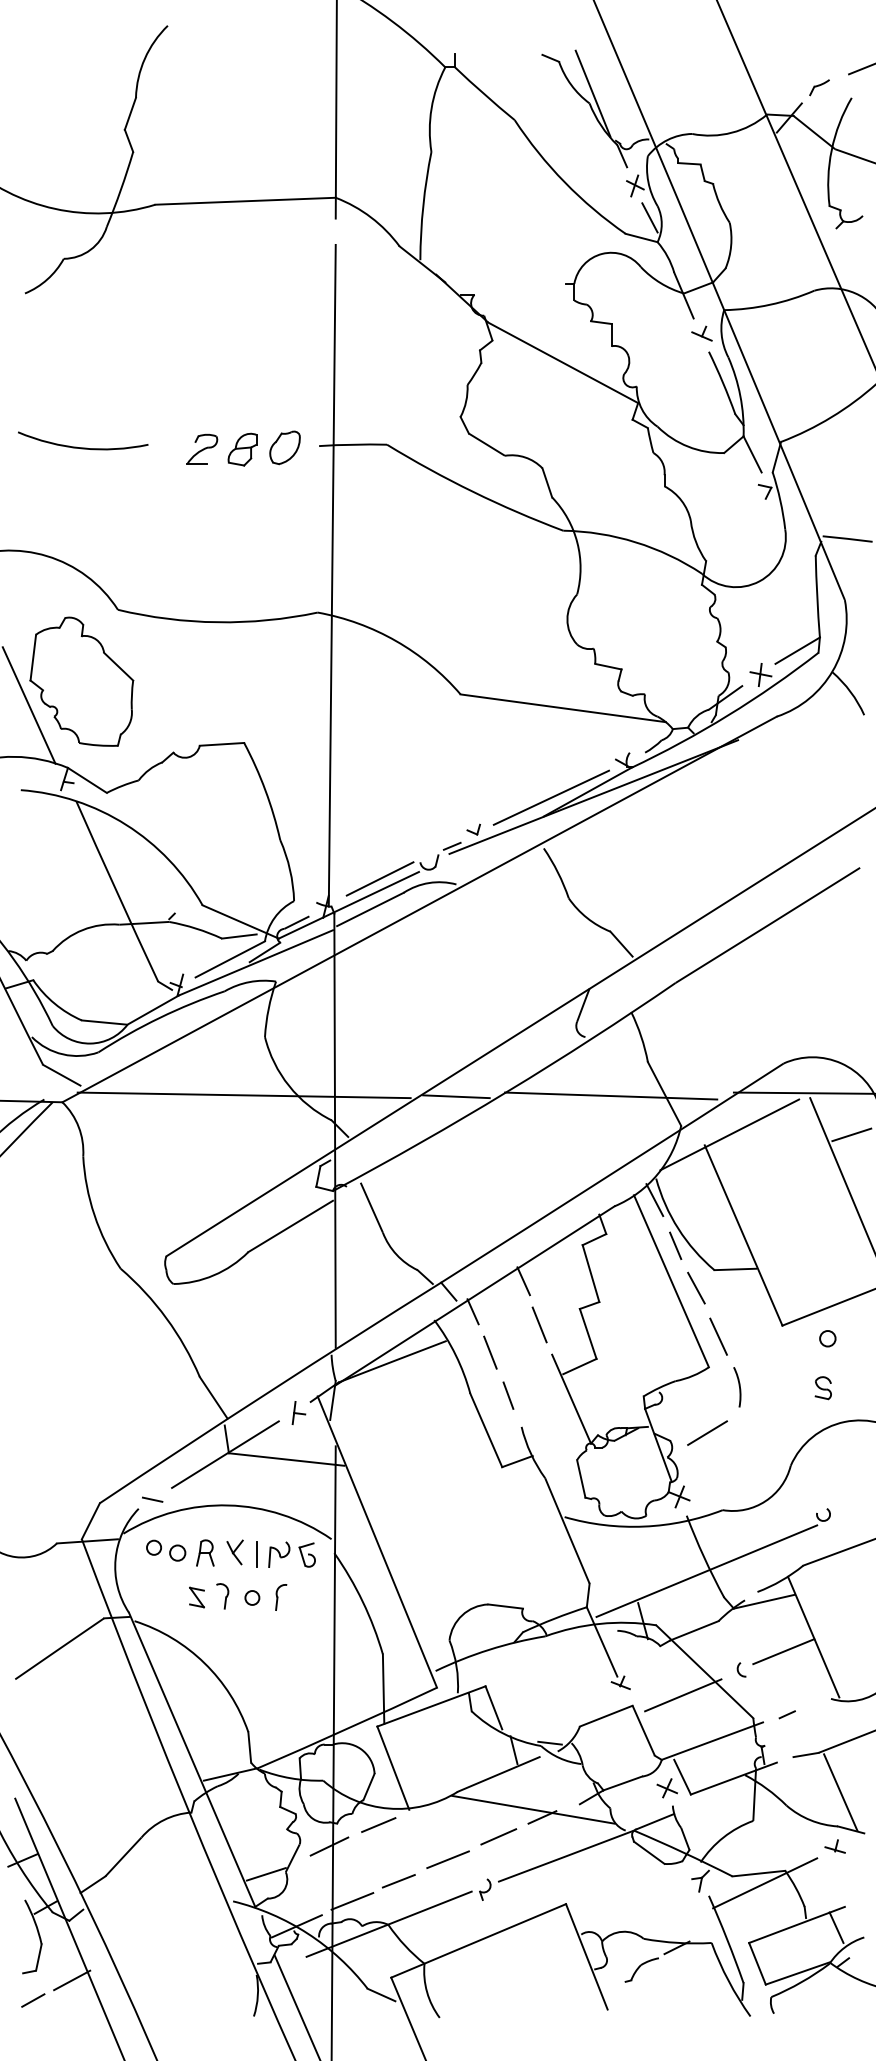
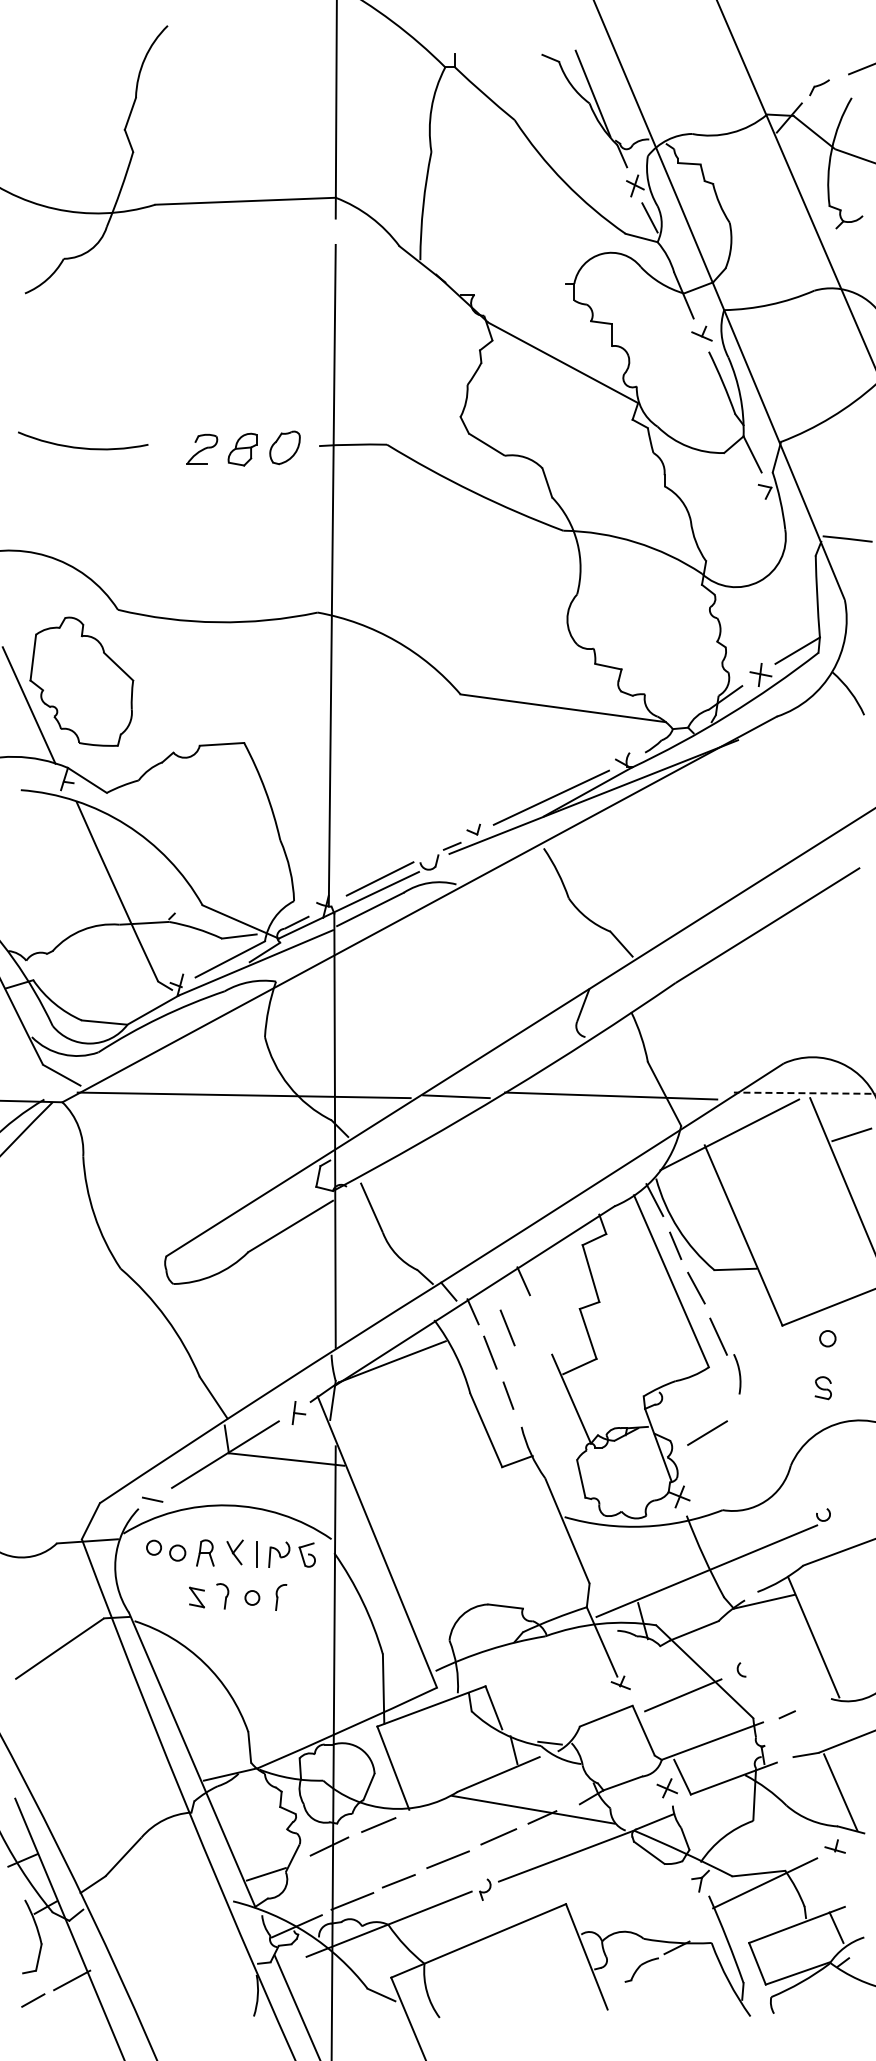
line at (804, 1093): solid -> dashed
line at (539, 1324) position: (539, 1324) -> (507, 1327)
arc at (739, 1387) position: (739, 1387) -> (739, 1374)
line at (783, 1651): present -> none
